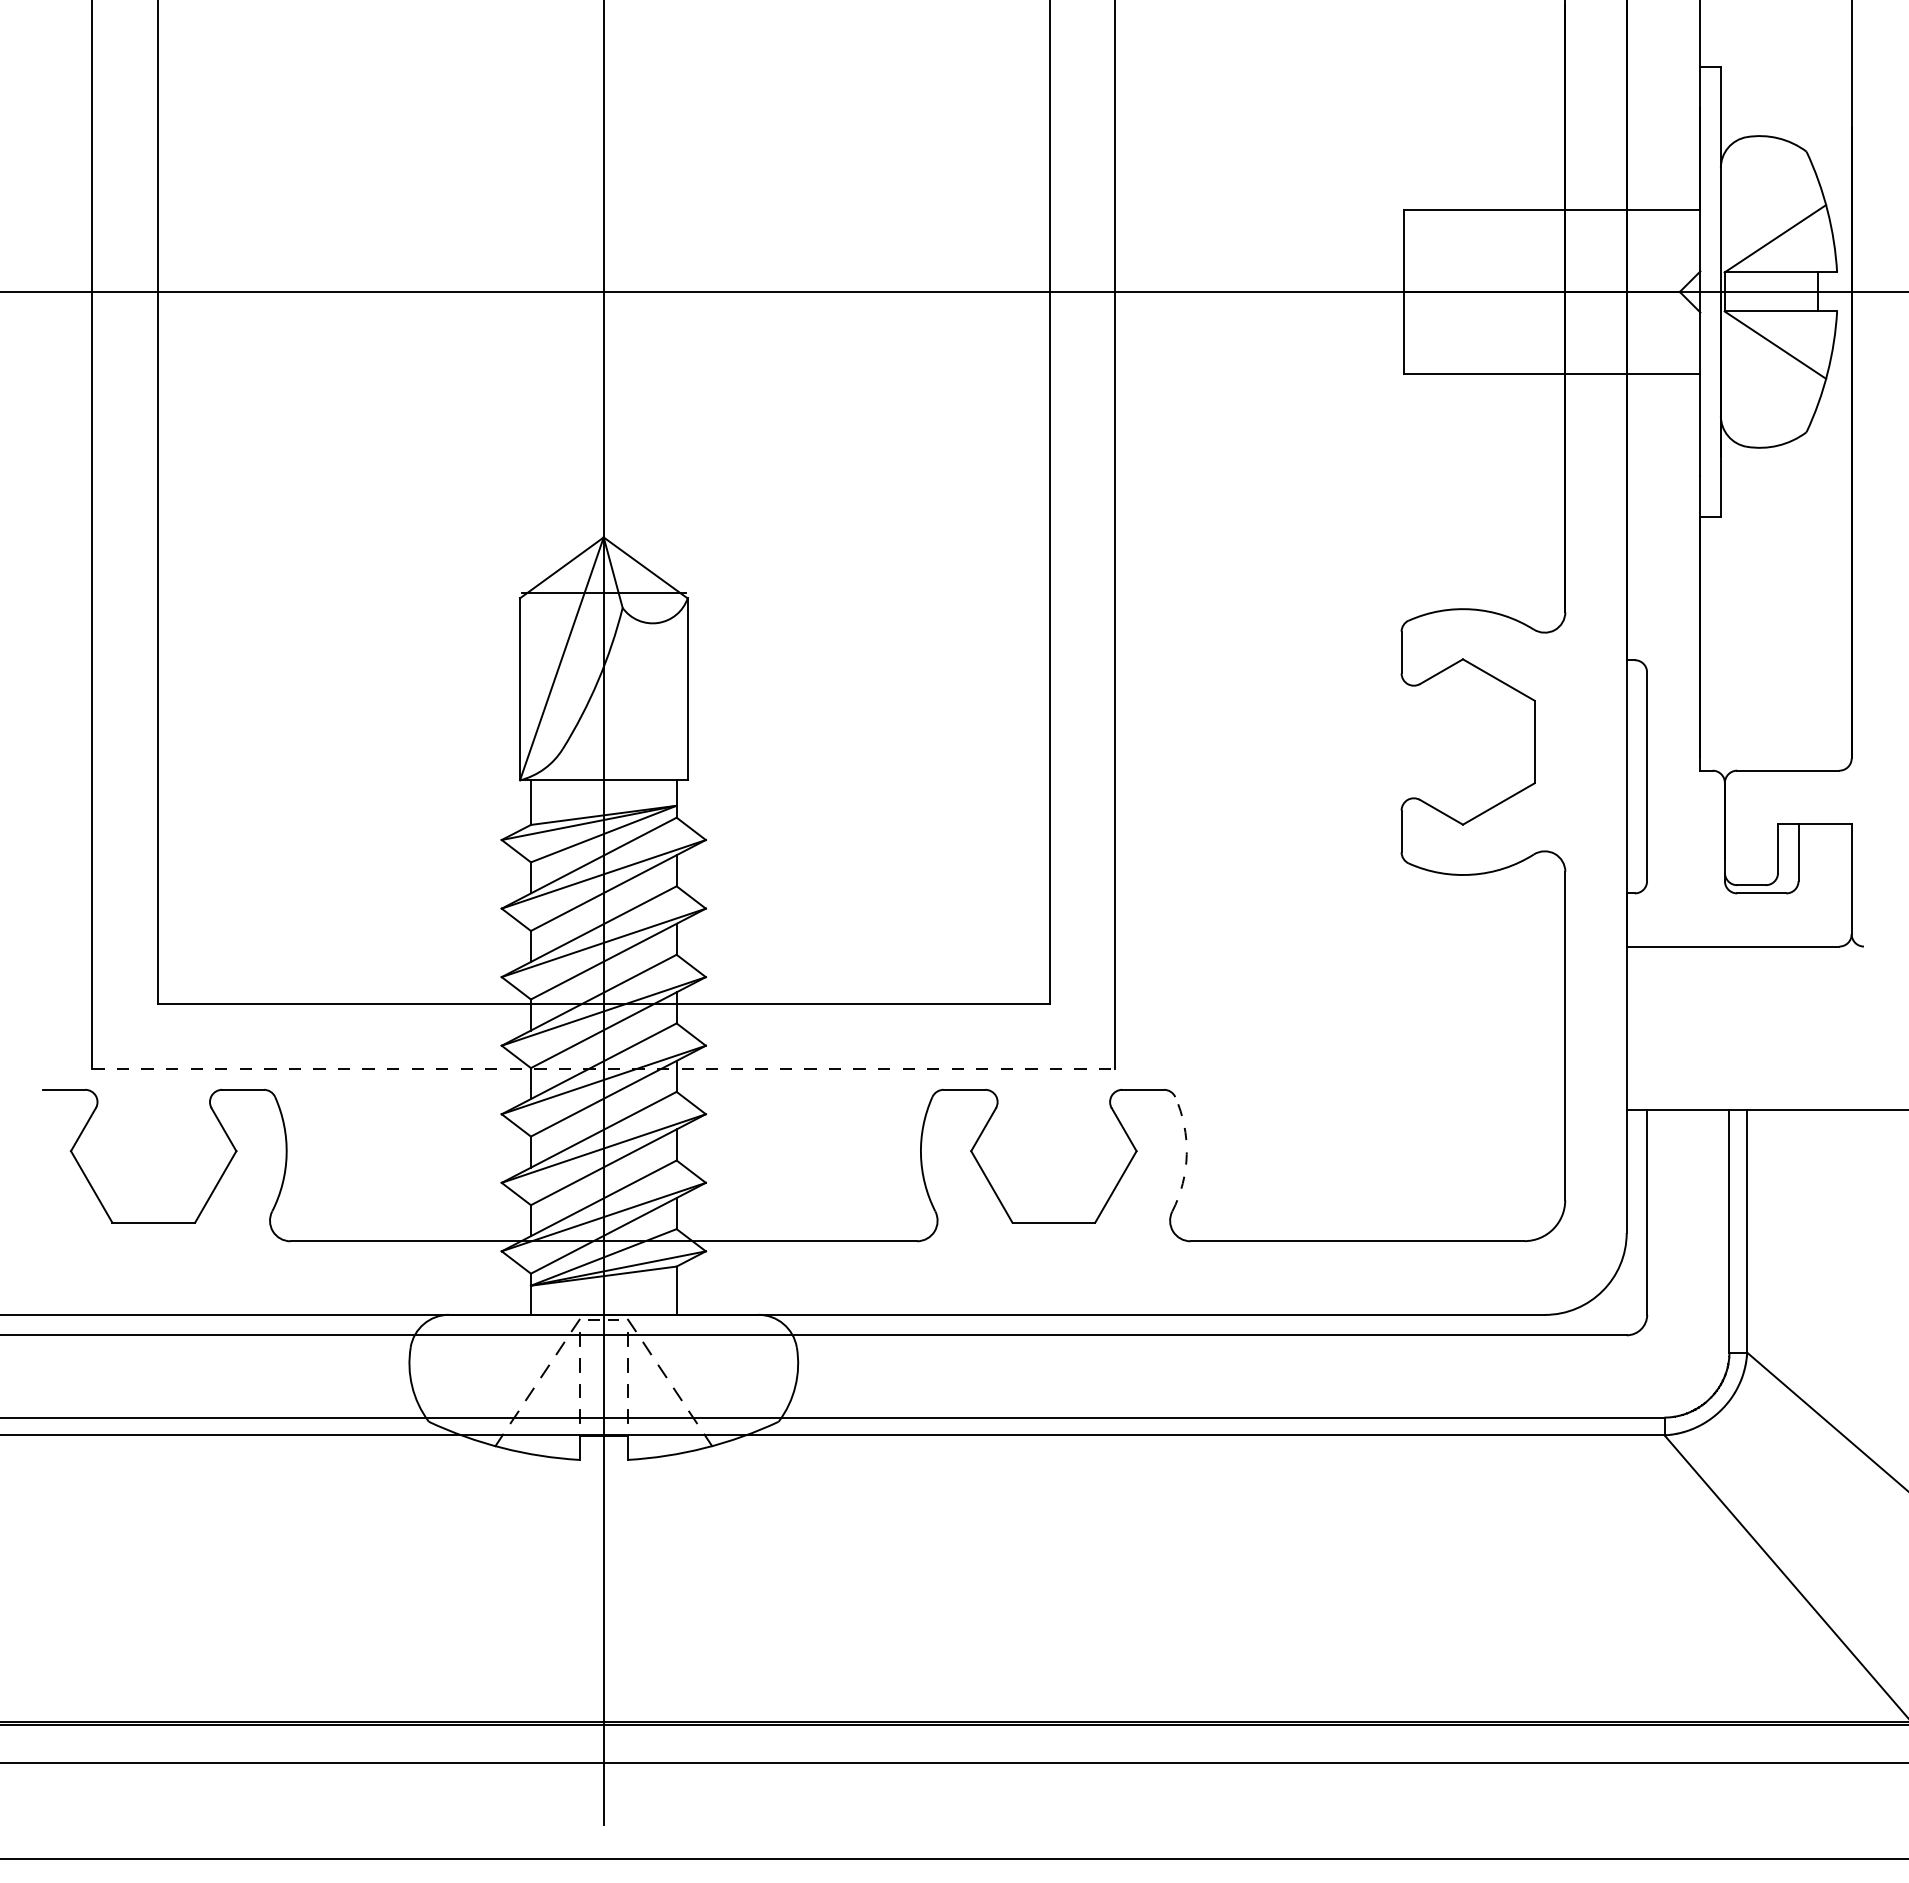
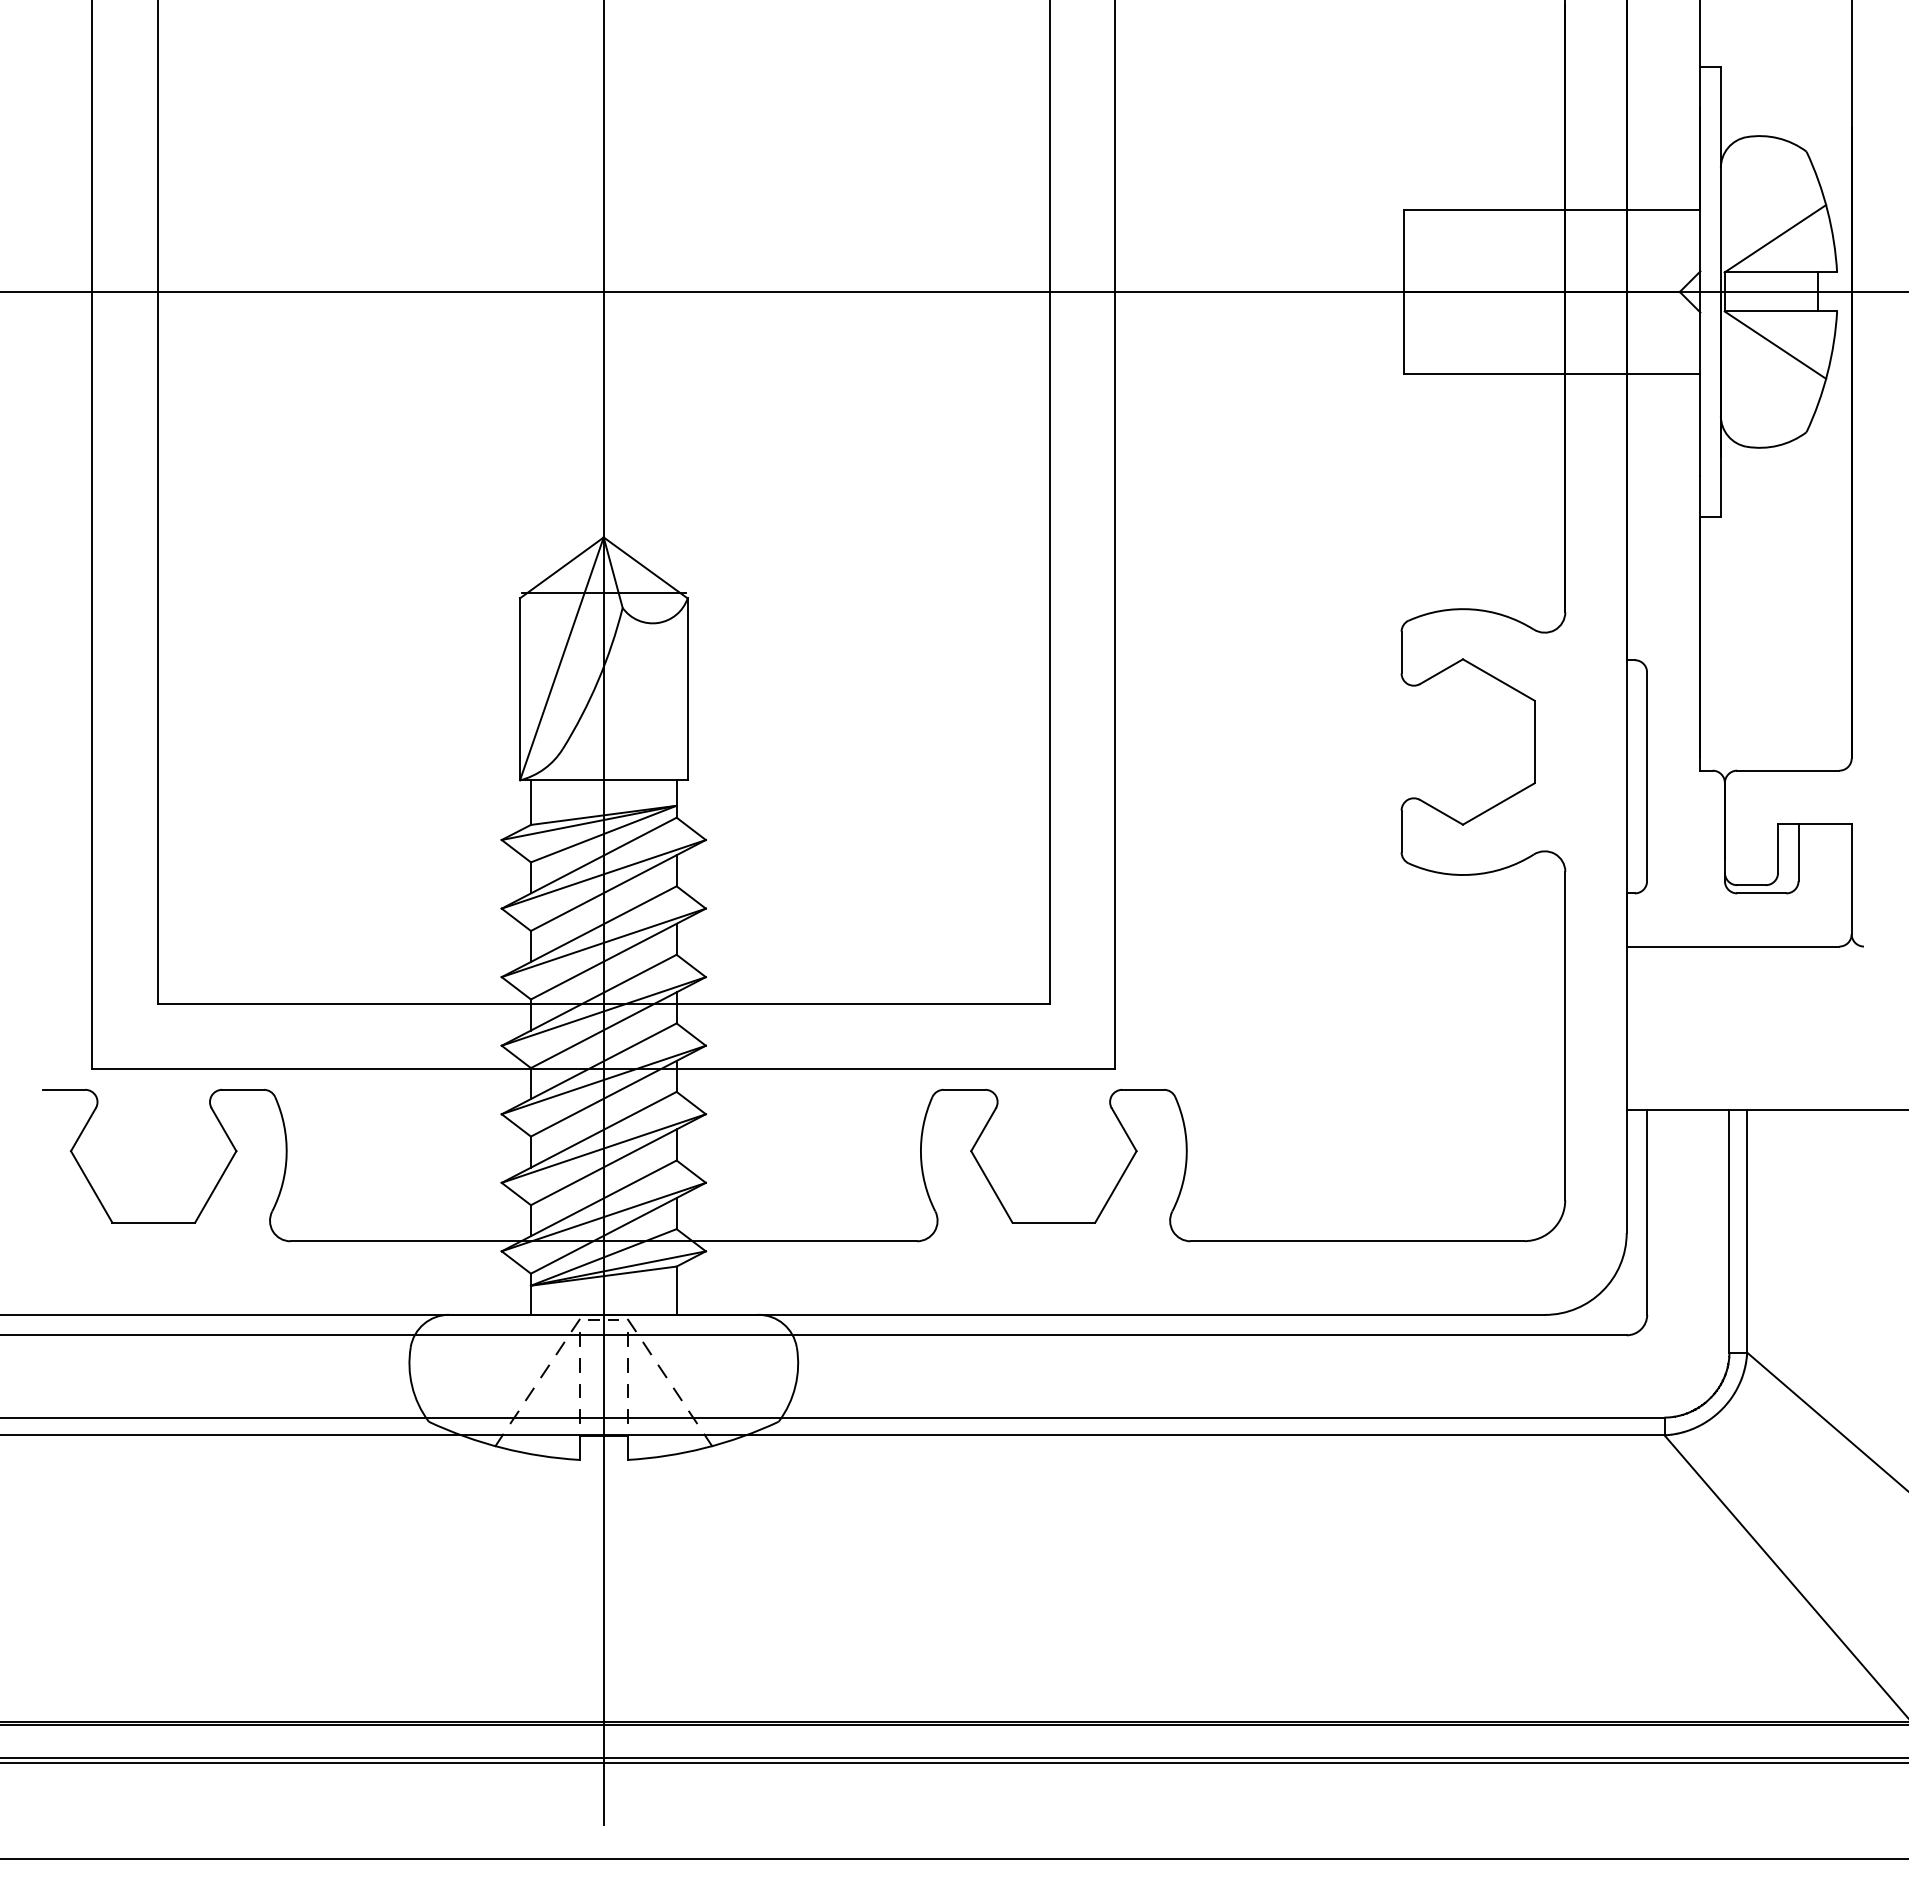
line at (604, 1069): dashed -> solid
arc at (1186, 1154): dashed -> solid
line at (953, 1758): none -> present
